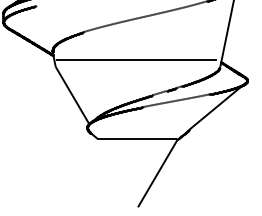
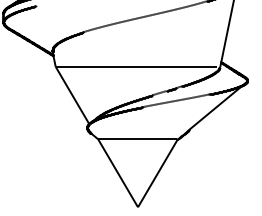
line at (137, 59) position: (137, 59) -> (137, 66)
line at (118, 173): none -> present
